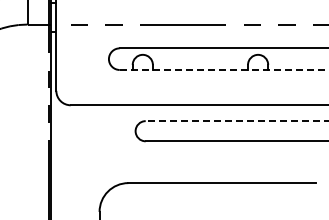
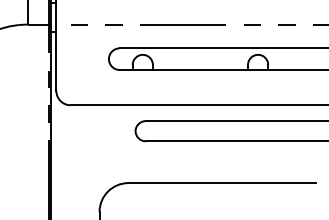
line at (224, 69): dashed -> solid
line at (236, 121): dashed -> solid
